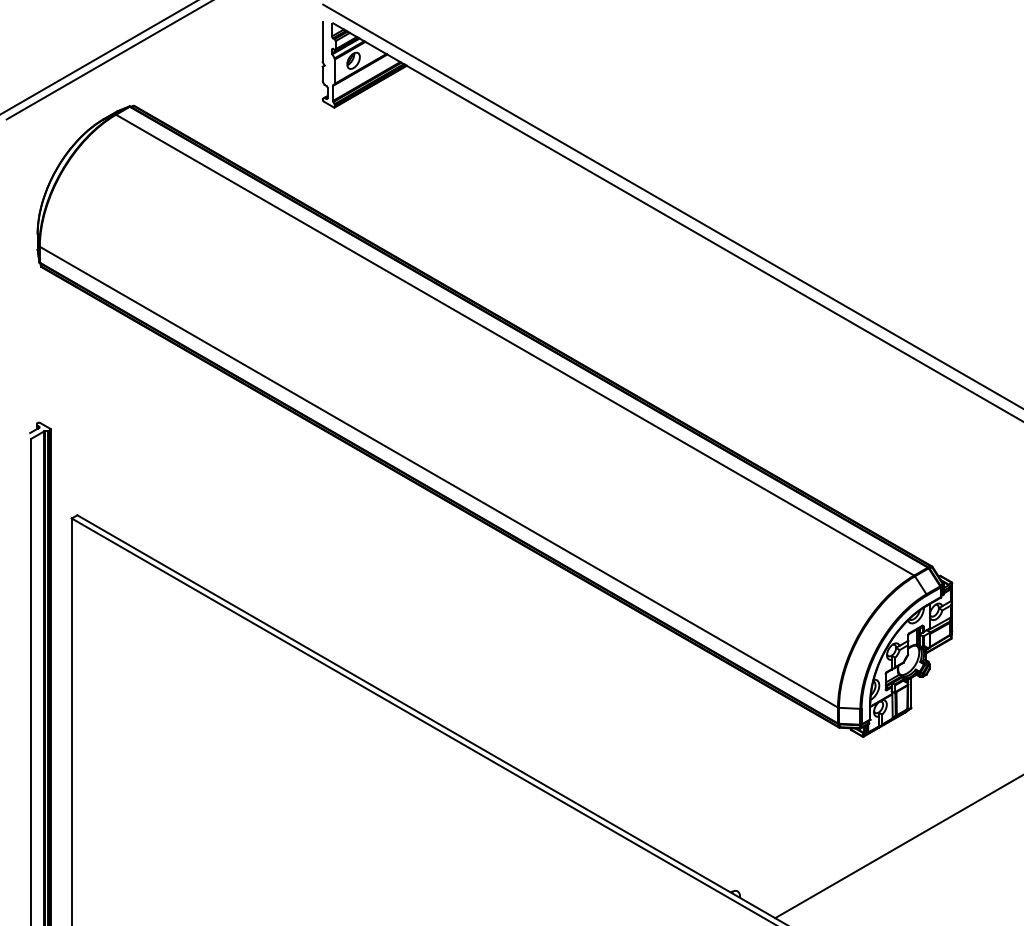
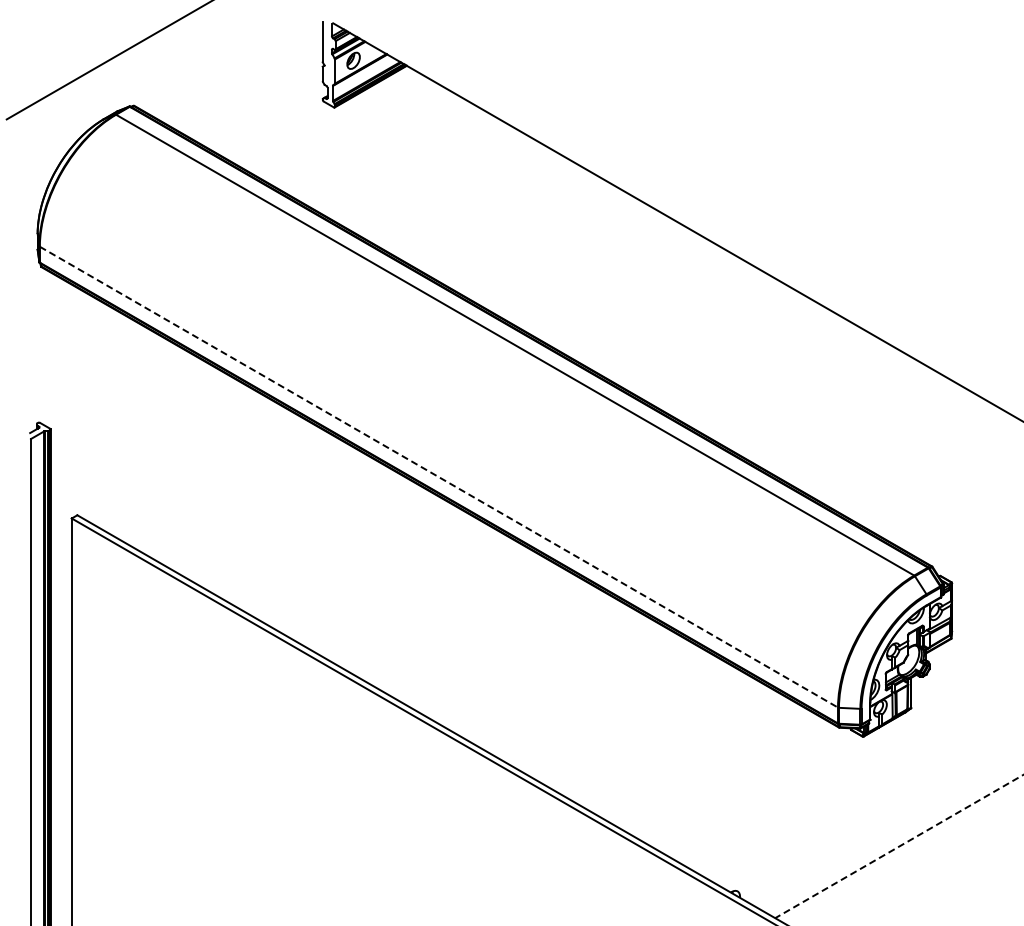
line at (98, 57): present -> none
line at (671, 205): present -> none
line at (438, 477): solid -> dashed
line at (899, 846): solid -> dashed
